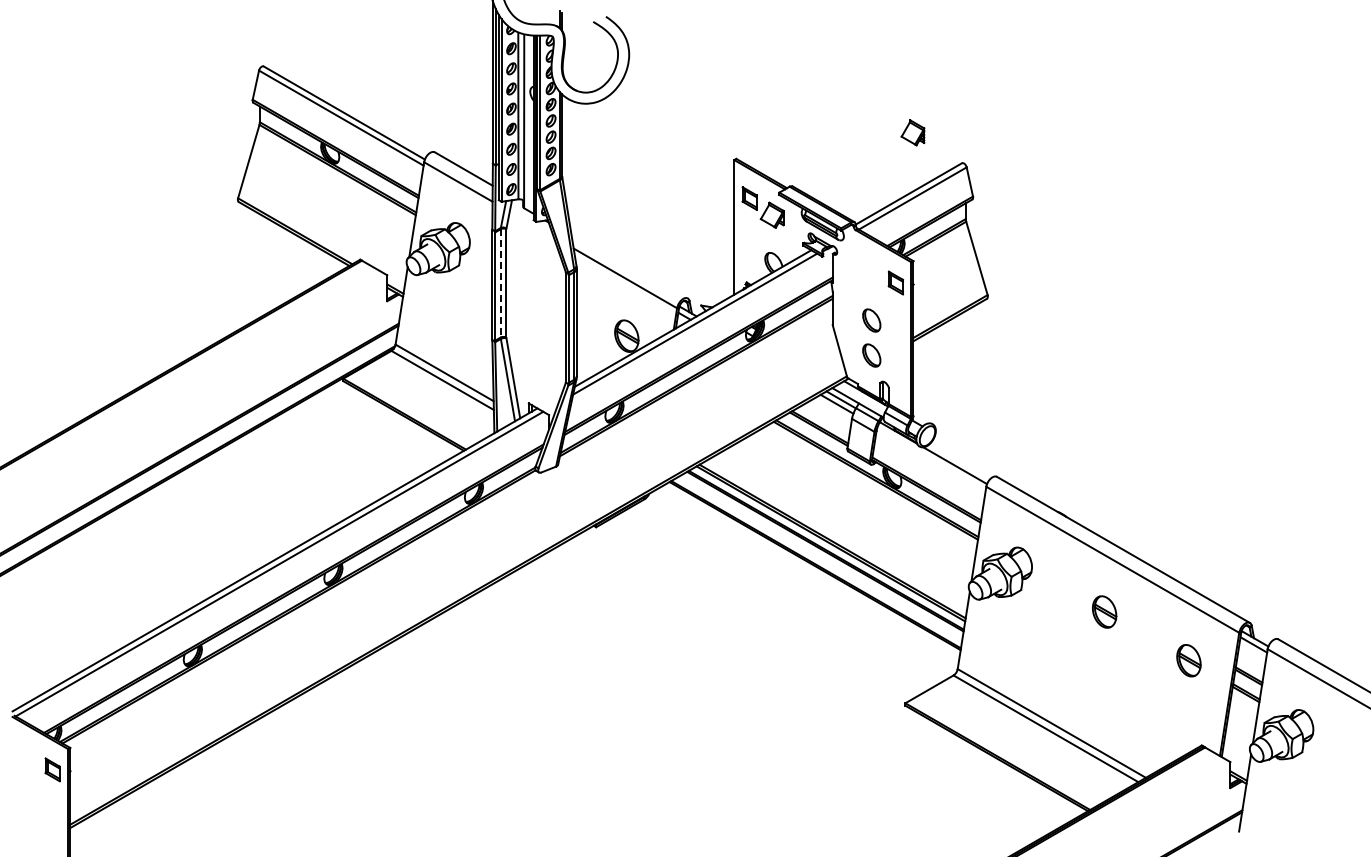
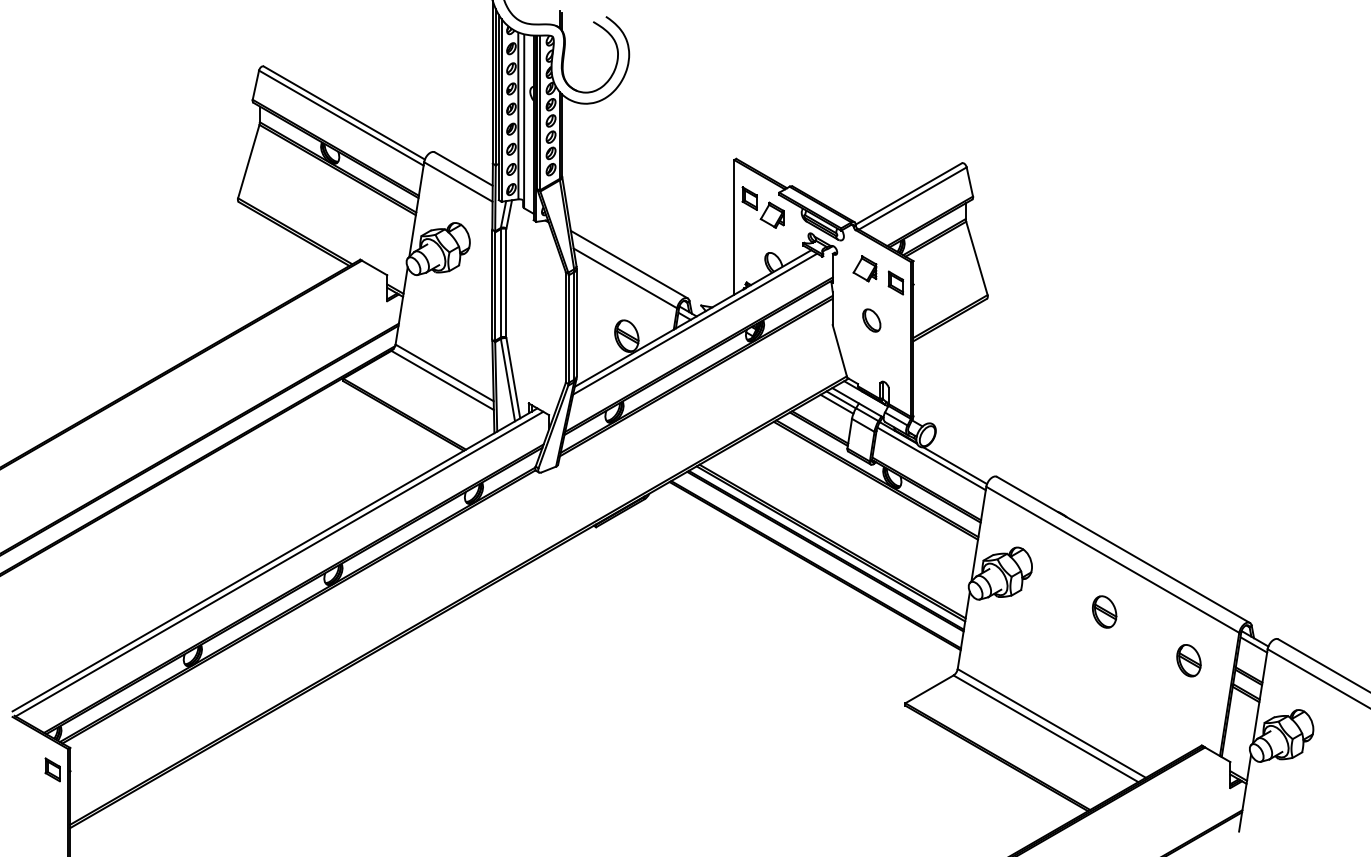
part at (912, 132) position: (912, 132) -> (864, 268)
line at (628, 264): none -> present
line at (500, 283): dashed -> solid
part at (871, 355): present -> none
line at (931, 458): none -> present
